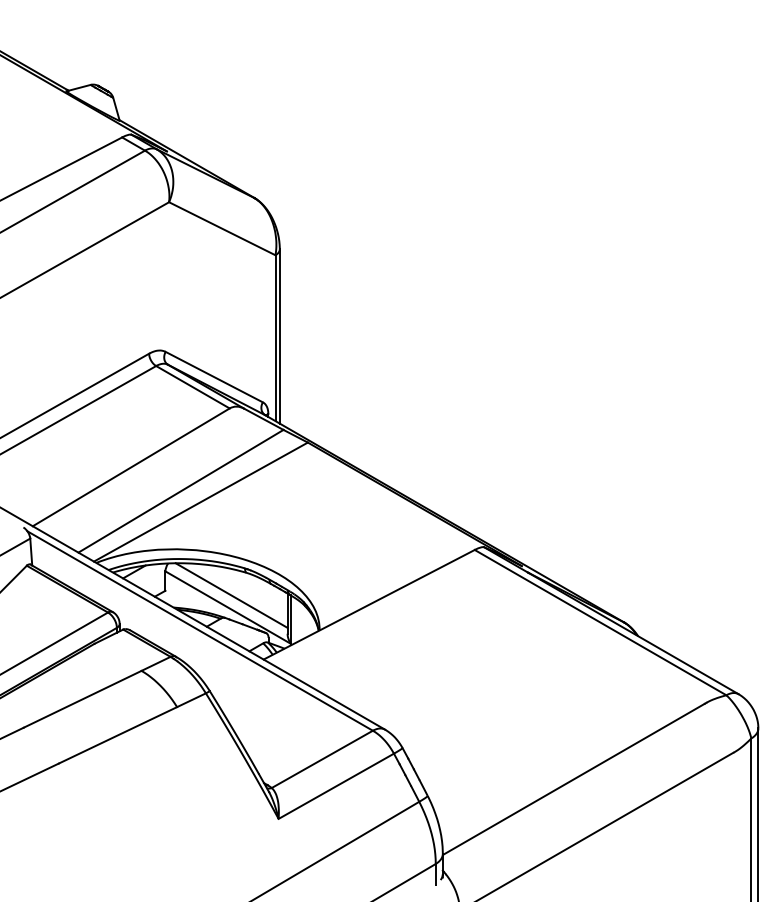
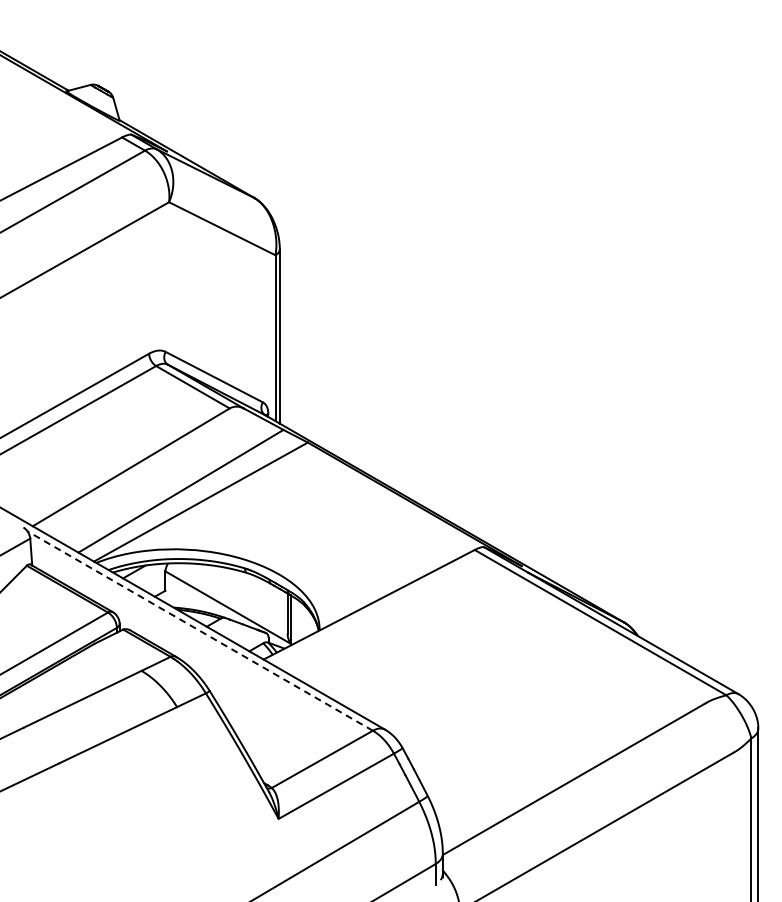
line at (231, 595): present -> none
line at (199, 630): solid -> dashed
